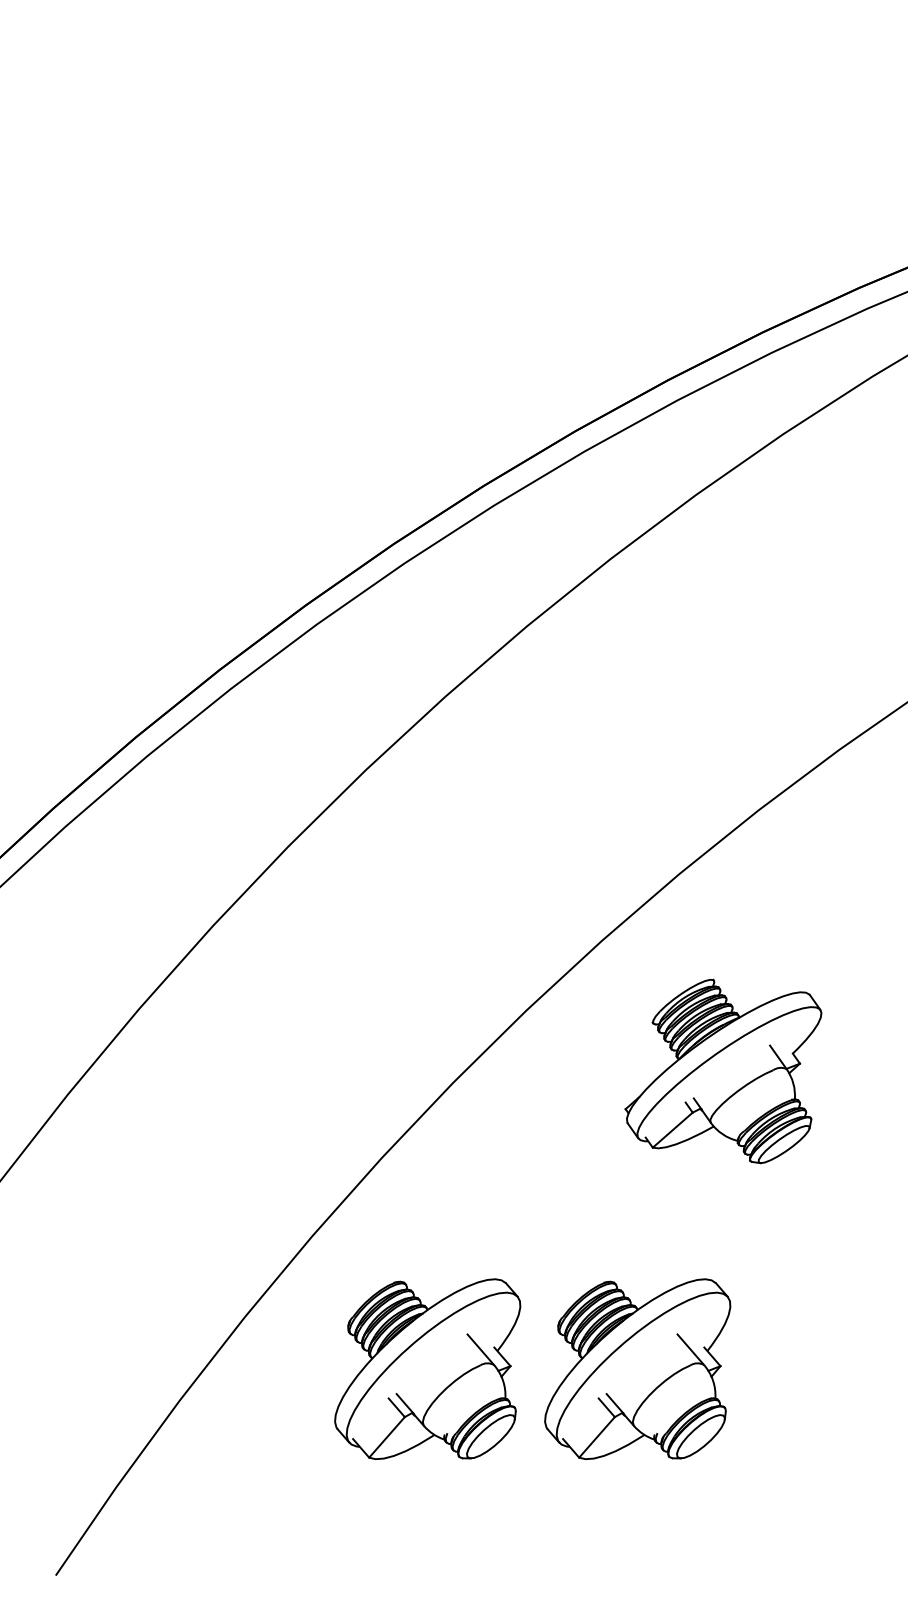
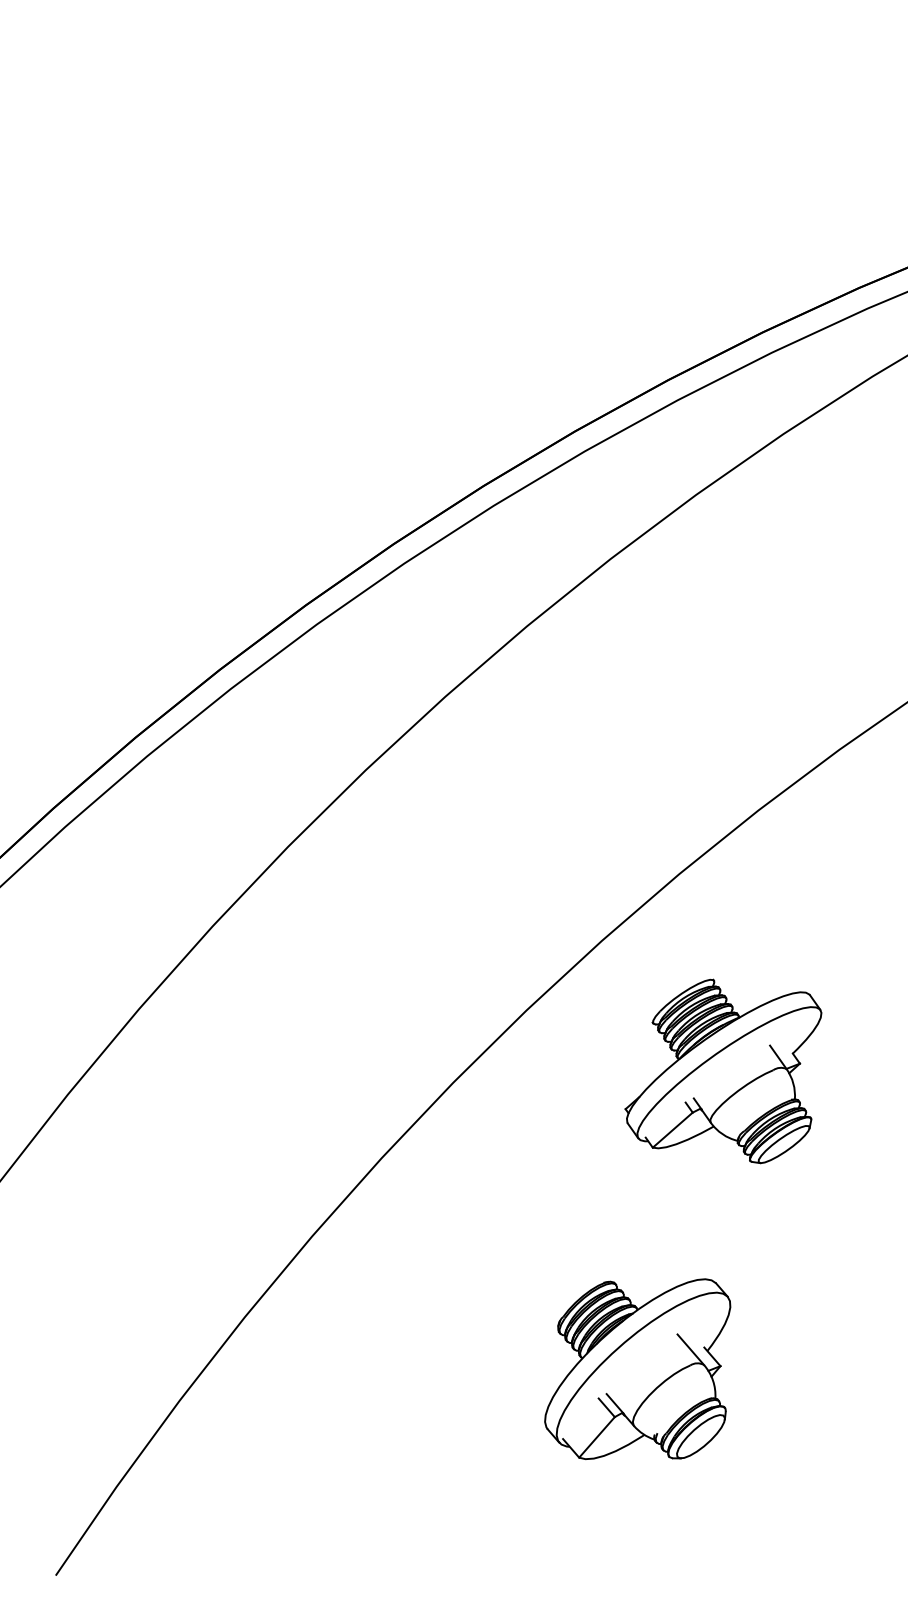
part at (427, 1368): present -> none
